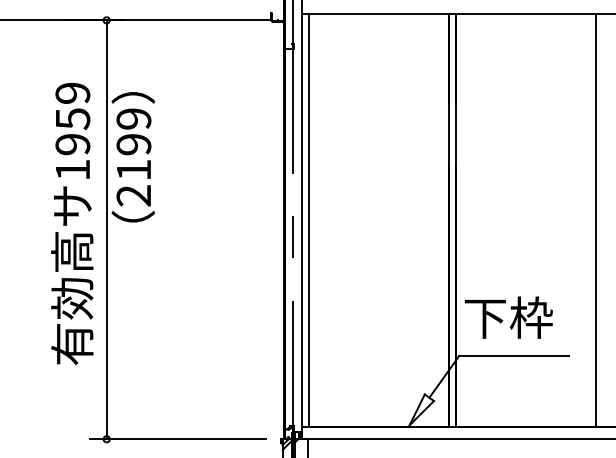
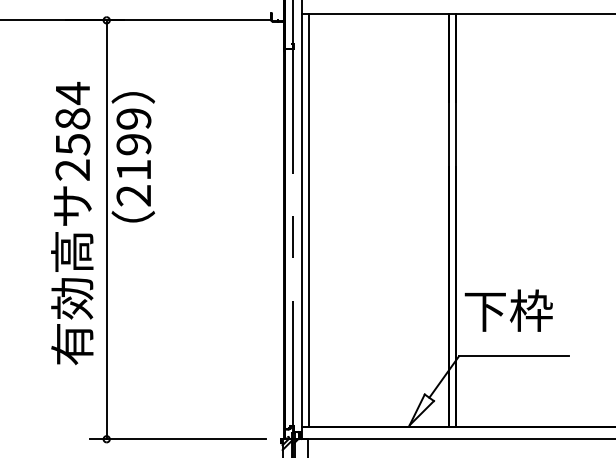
text at (72, 130): 1959 -> 2584
line at (596, 219): present -> none
text at (508, 317) position: (508, 317) -> (508, 310)
